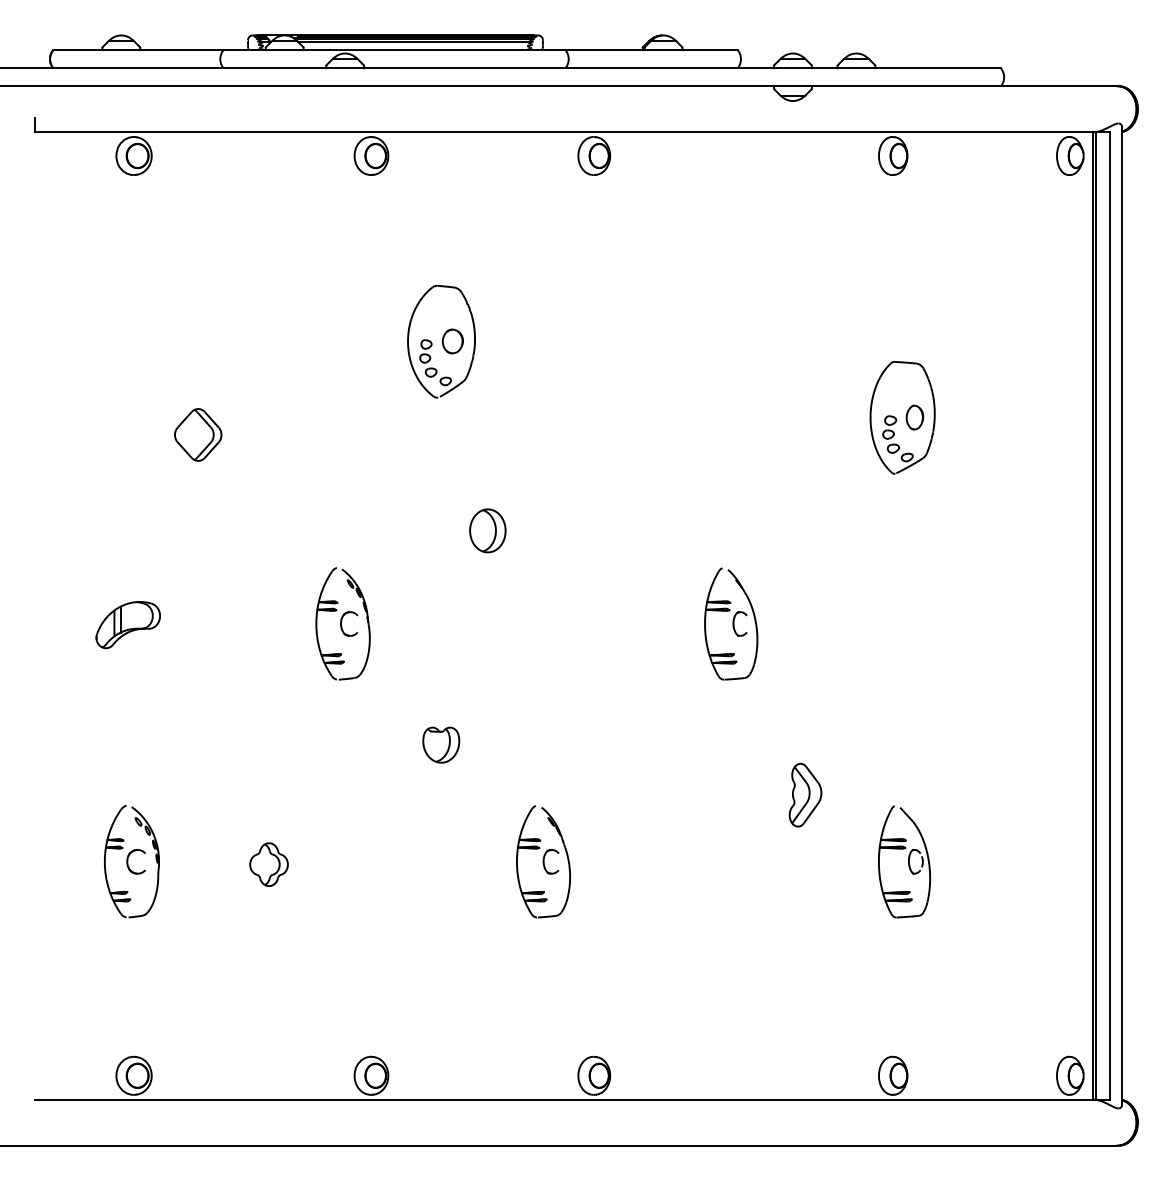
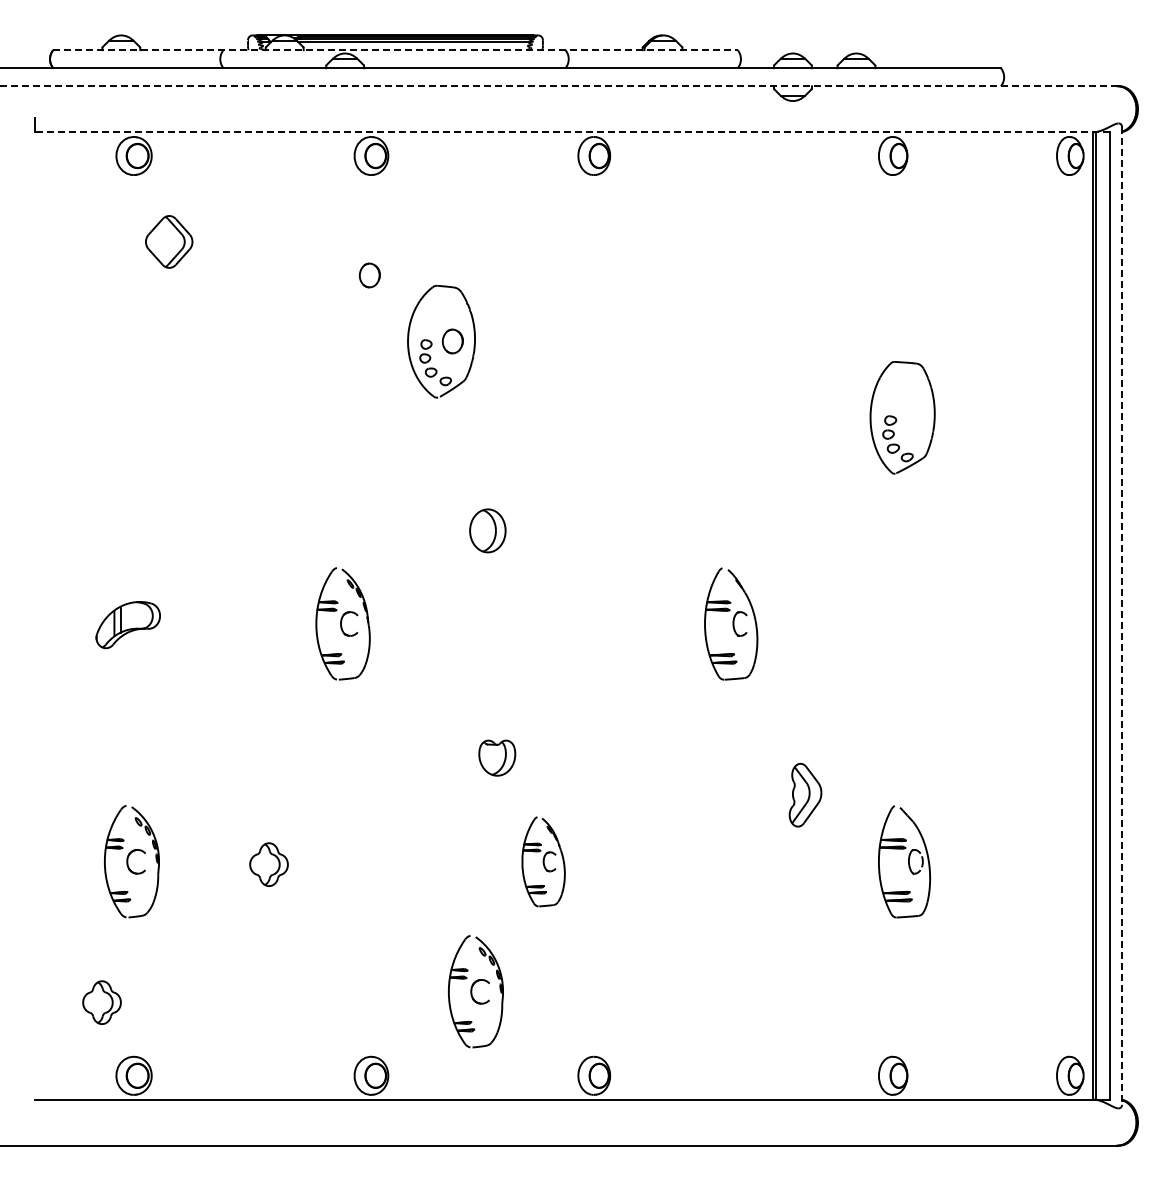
line at (395, 50): solid -> dashed
line at (559, 86): solid -> dashed
line at (572, 132): solid -> dashed
part at (369, 275): none -> present
part at (914, 417): present -> none
part at (198, 434) position: (198, 434) -> (169, 241)
line at (1122, 615): solid -> dashed
part at (441, 744) position: (441, 744) -> (497, 757)
part at (543, 861) size: 56x114 px -> 45x92 px
part at (475, 991): none -> present
part at (101, 1002): none -> present
